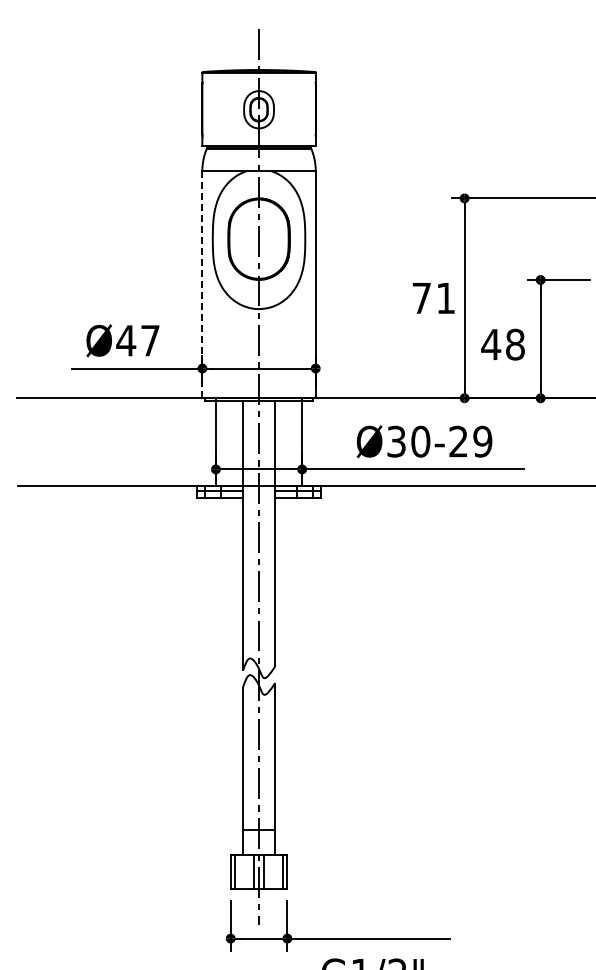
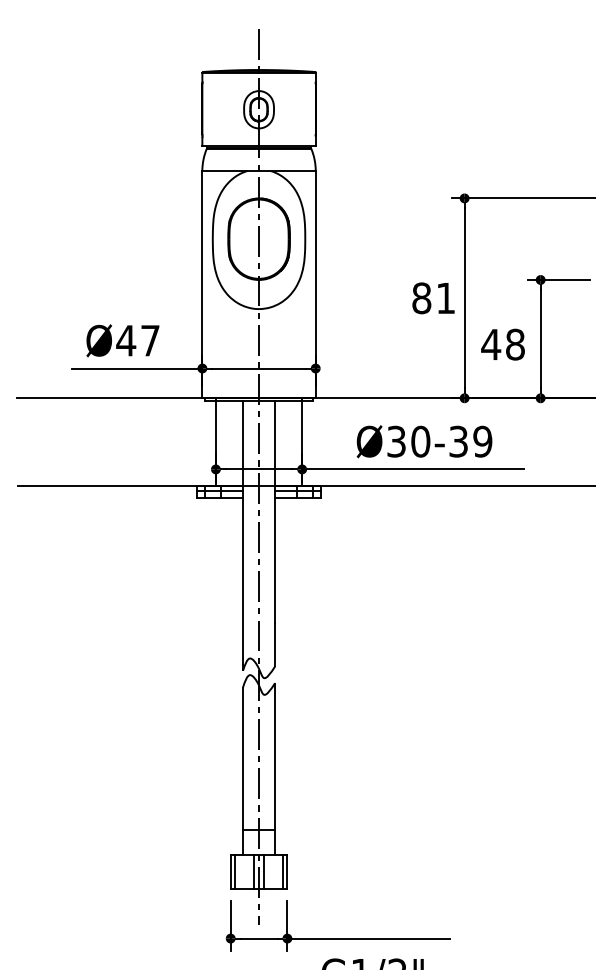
line at (202, 284): dashed -> solid
text at (421, 298): 71 -> 81
text at (458, 441): Ø30-29 -> Ø30-39
